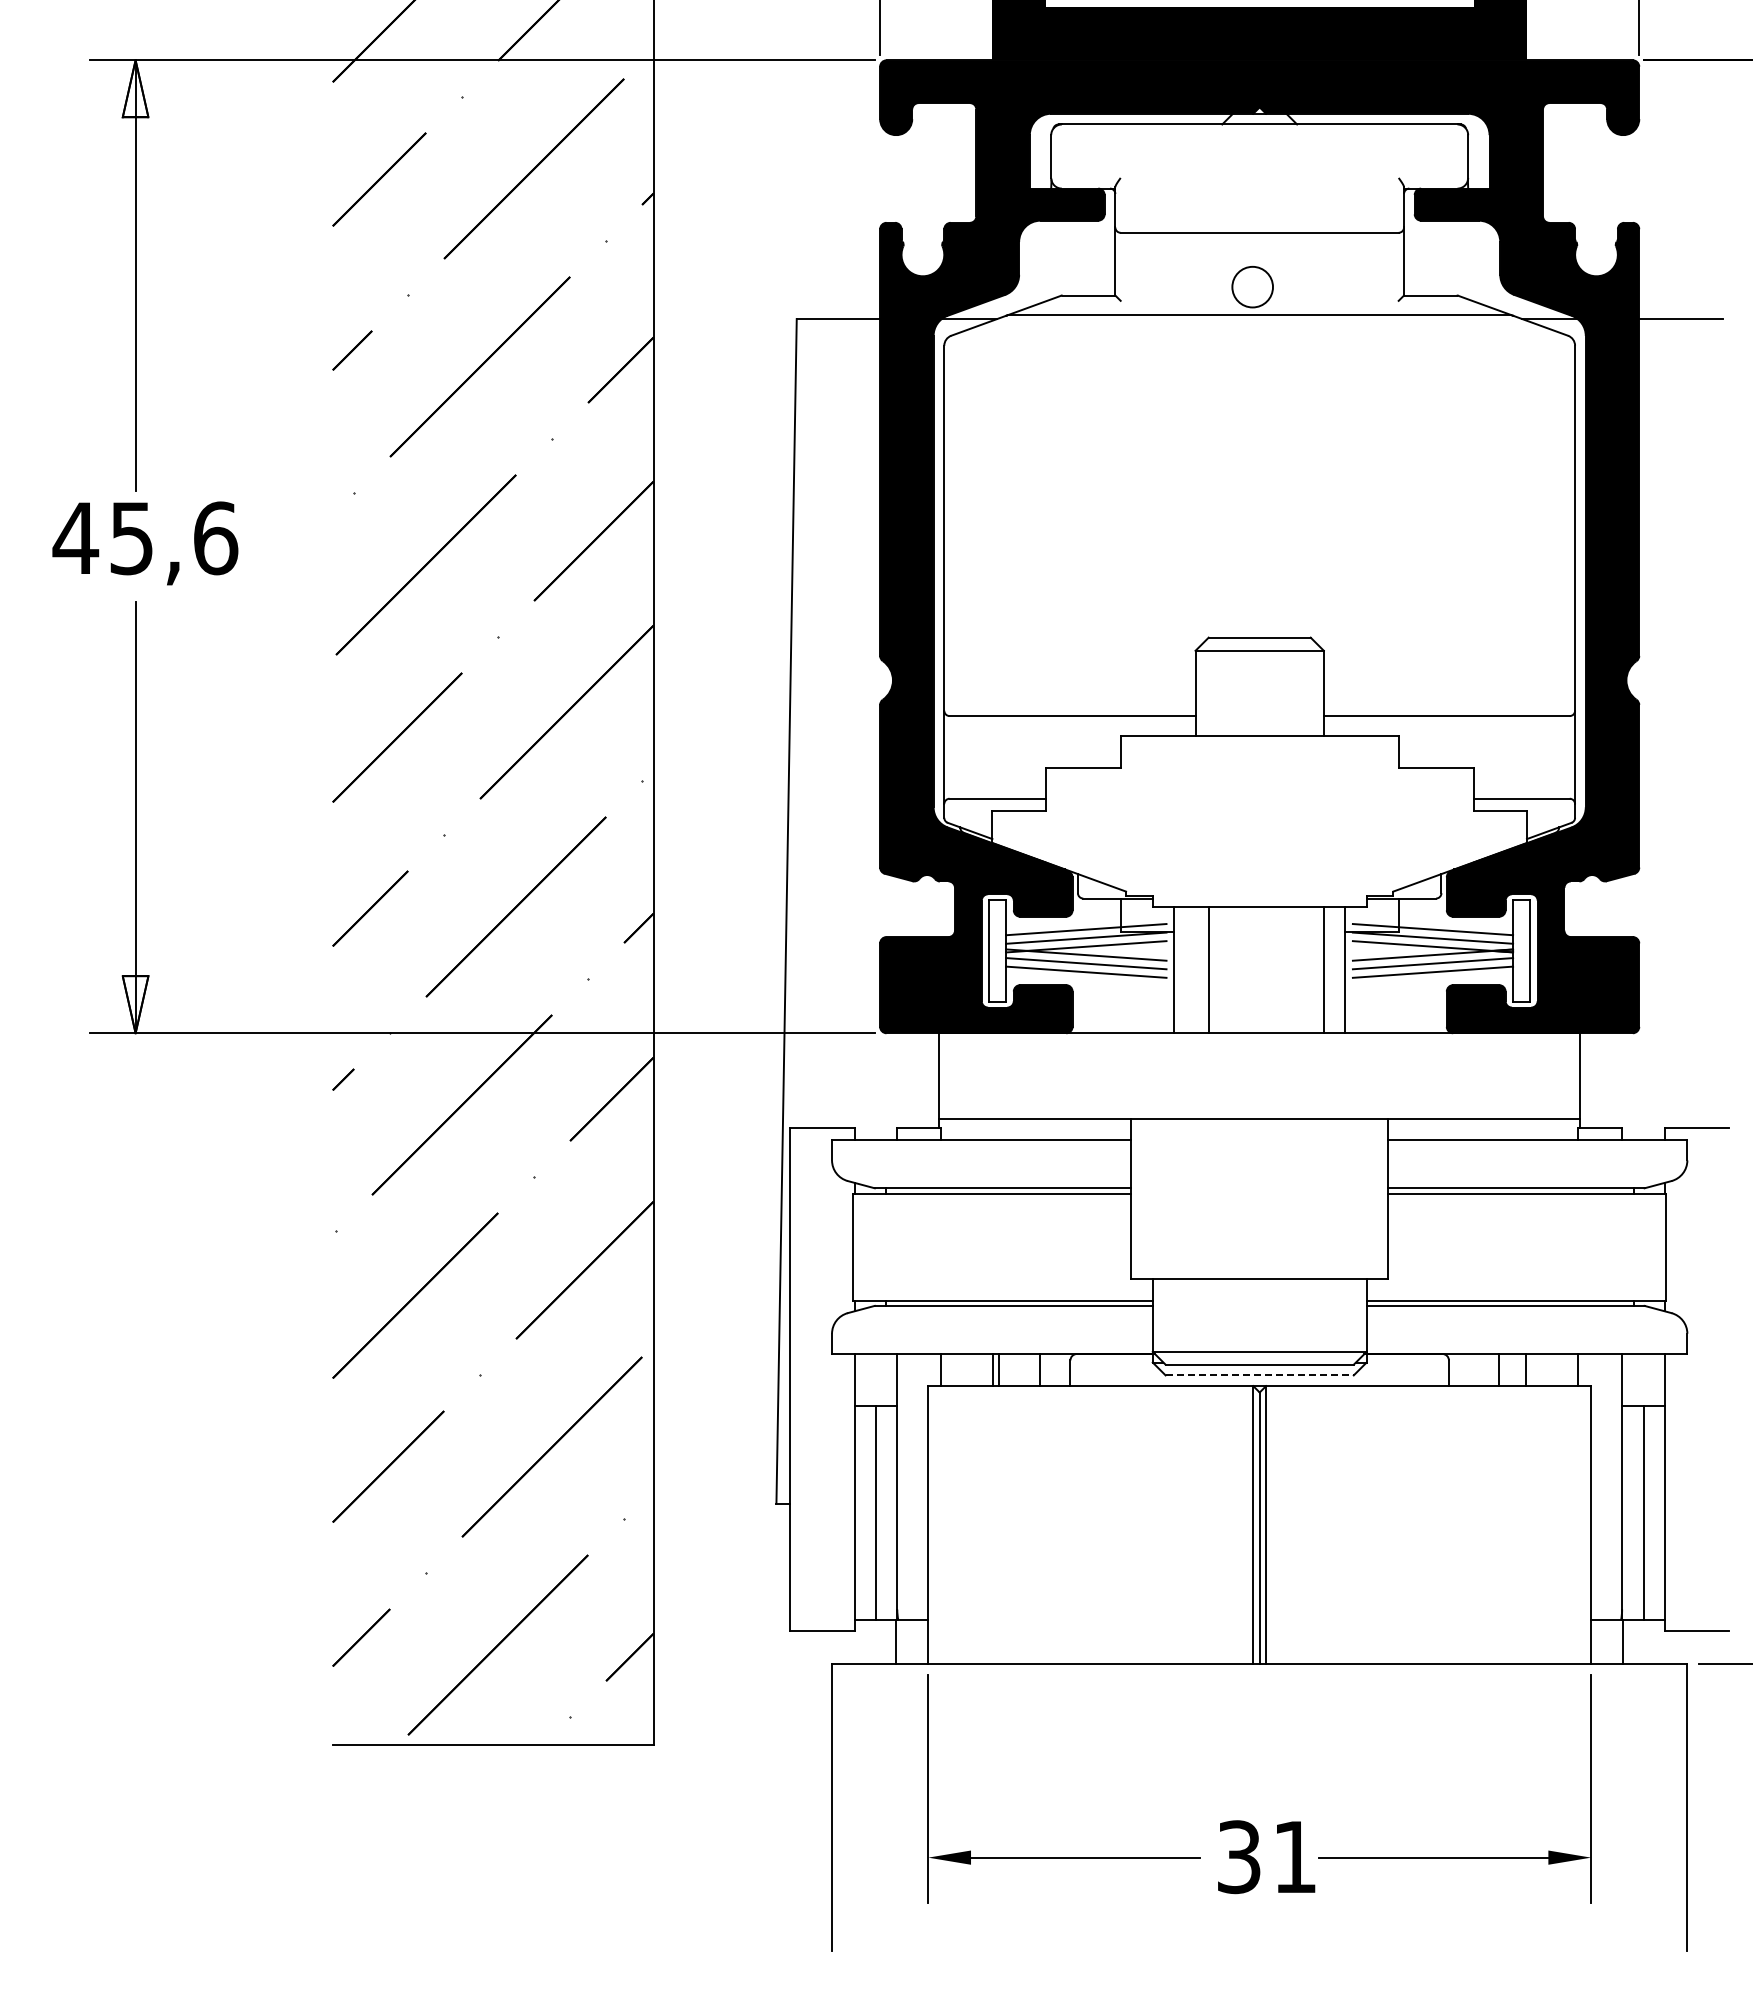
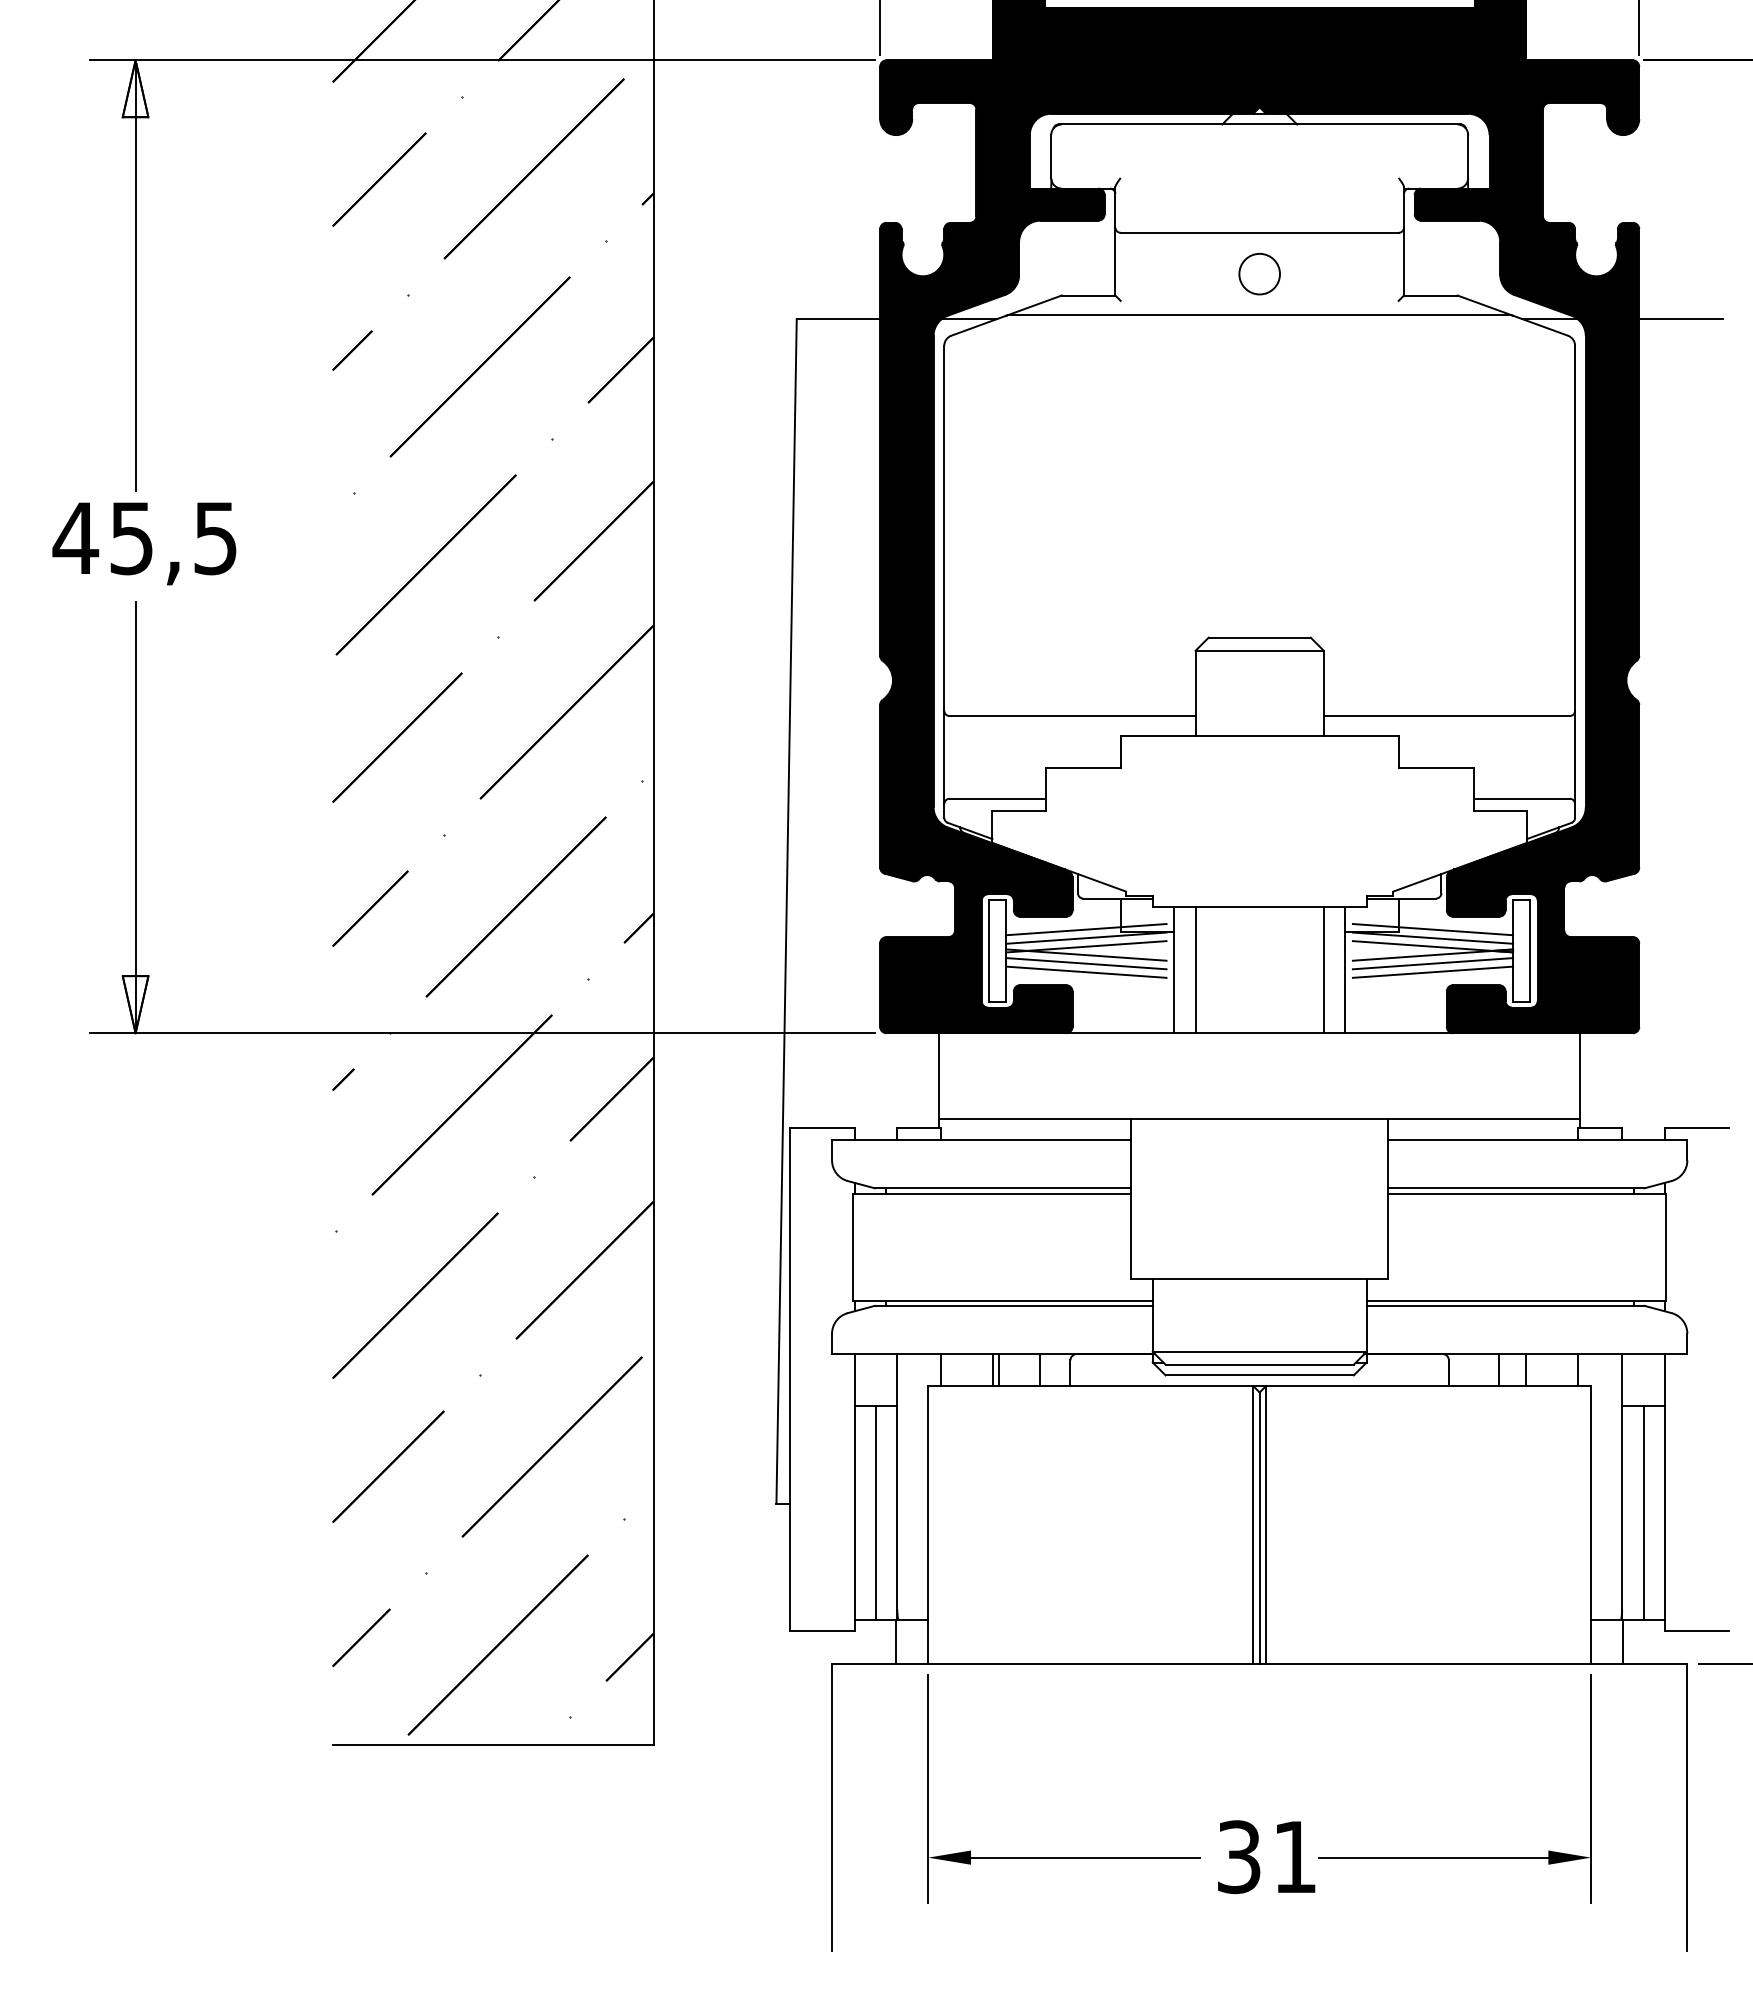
circle at (1252, 287) position: (1252, 287) -> (1259, 274)
text at (216, 538): 45,6 -> 45,5
line at (1208, 970) position: (1208, 970) -> (1195, 970)
line at (1260, 1375): dashed -> solid
